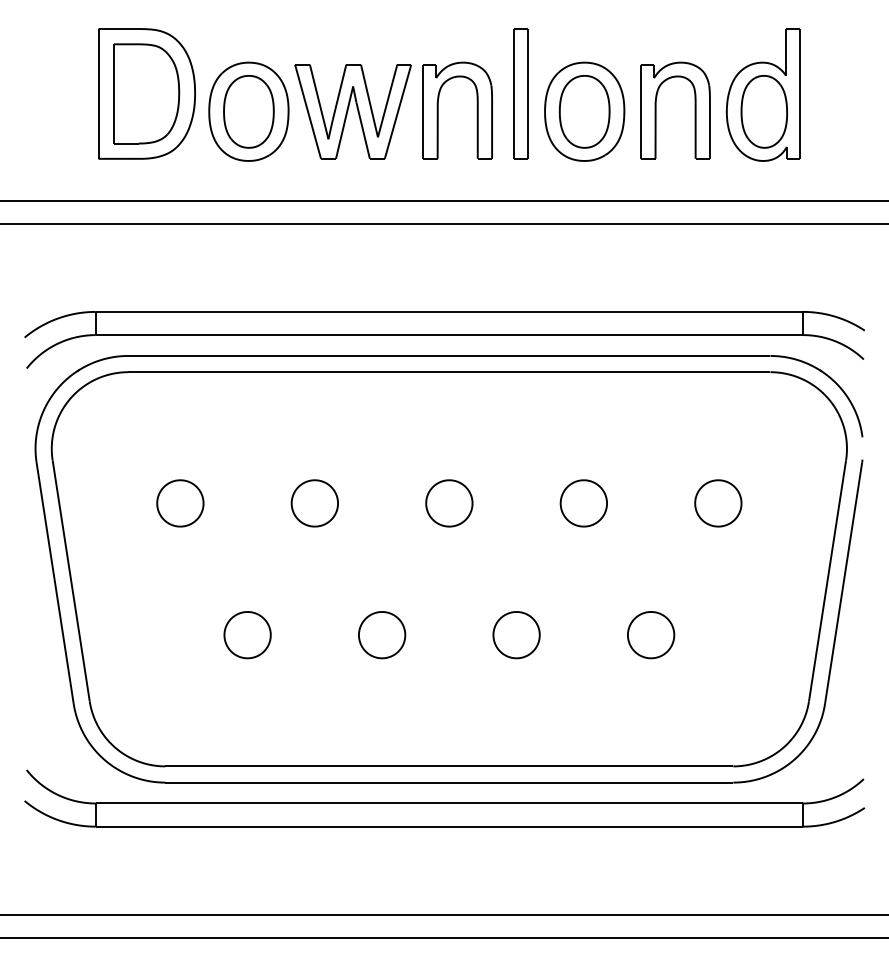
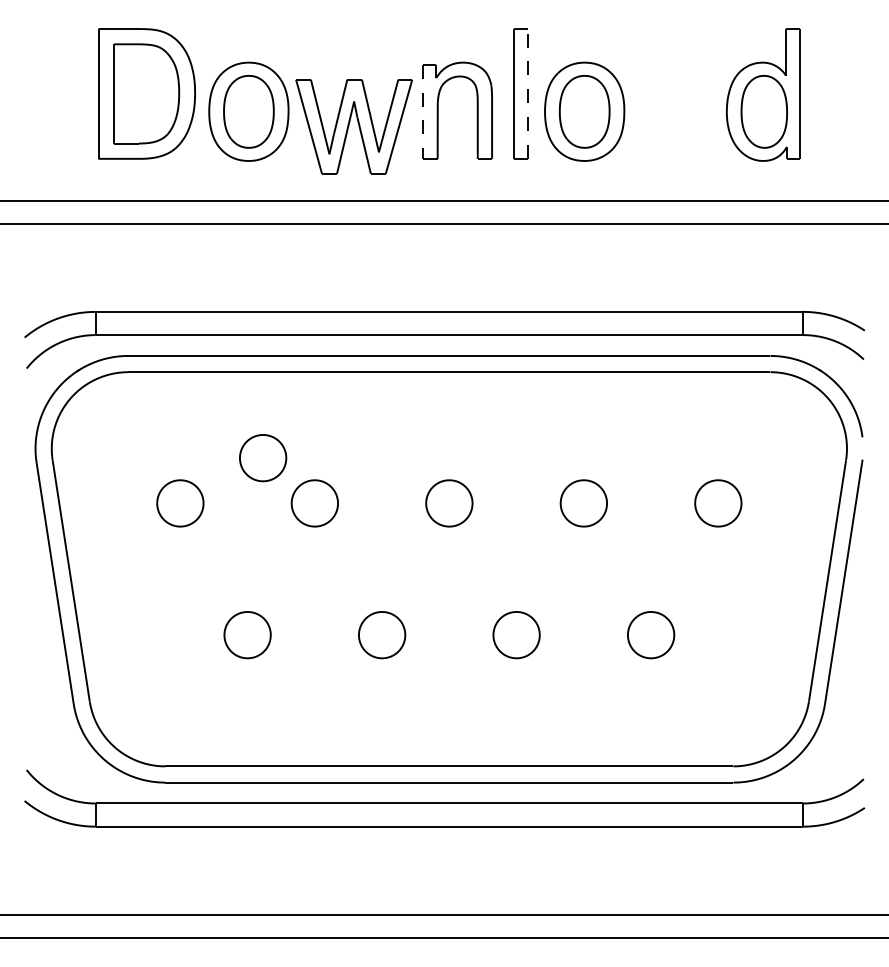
line at (528, 93): solid -> dashed
part at (656, 110): present -> none
part at (352, 111) position: (352, 111) -> (353, 126)
line at (423, 112): solid -> dashed
part at (263, 458): none -> present
